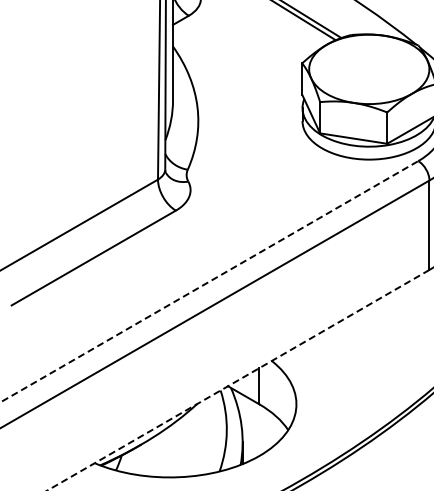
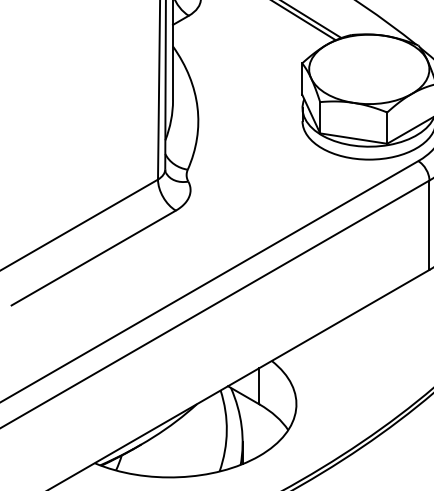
line at (209, 281): dashed -> solid
line at (238, 380): dashed -> solid
